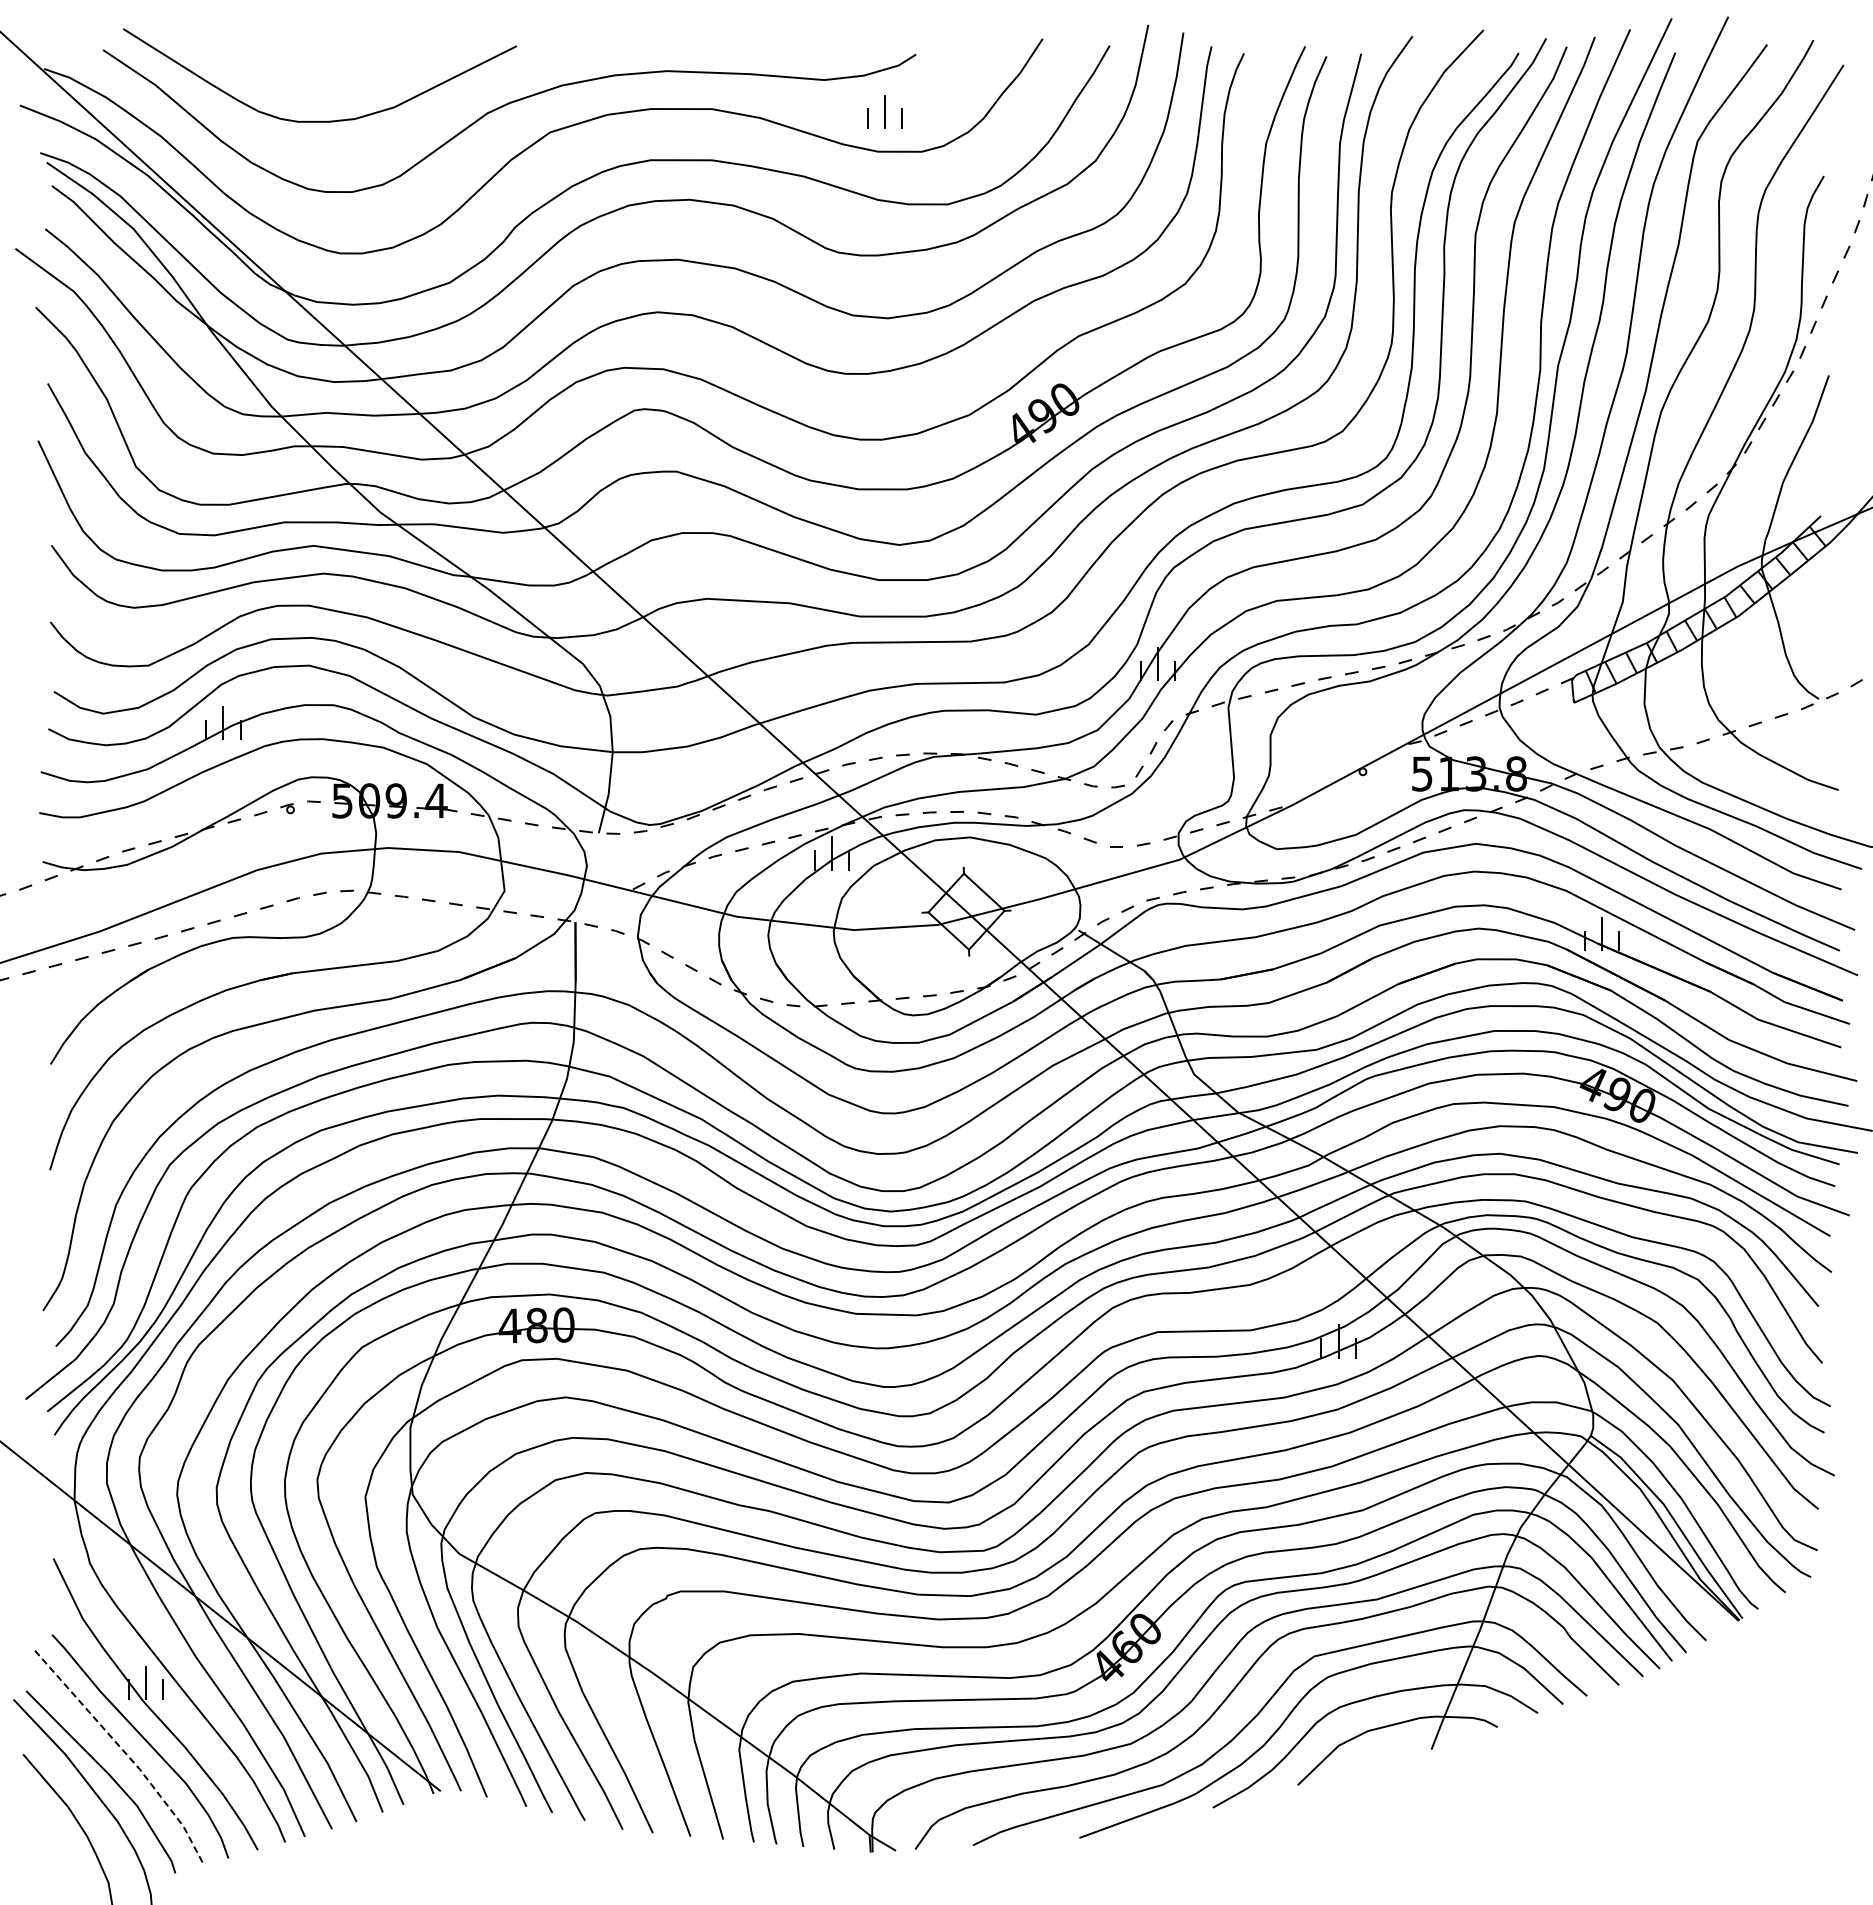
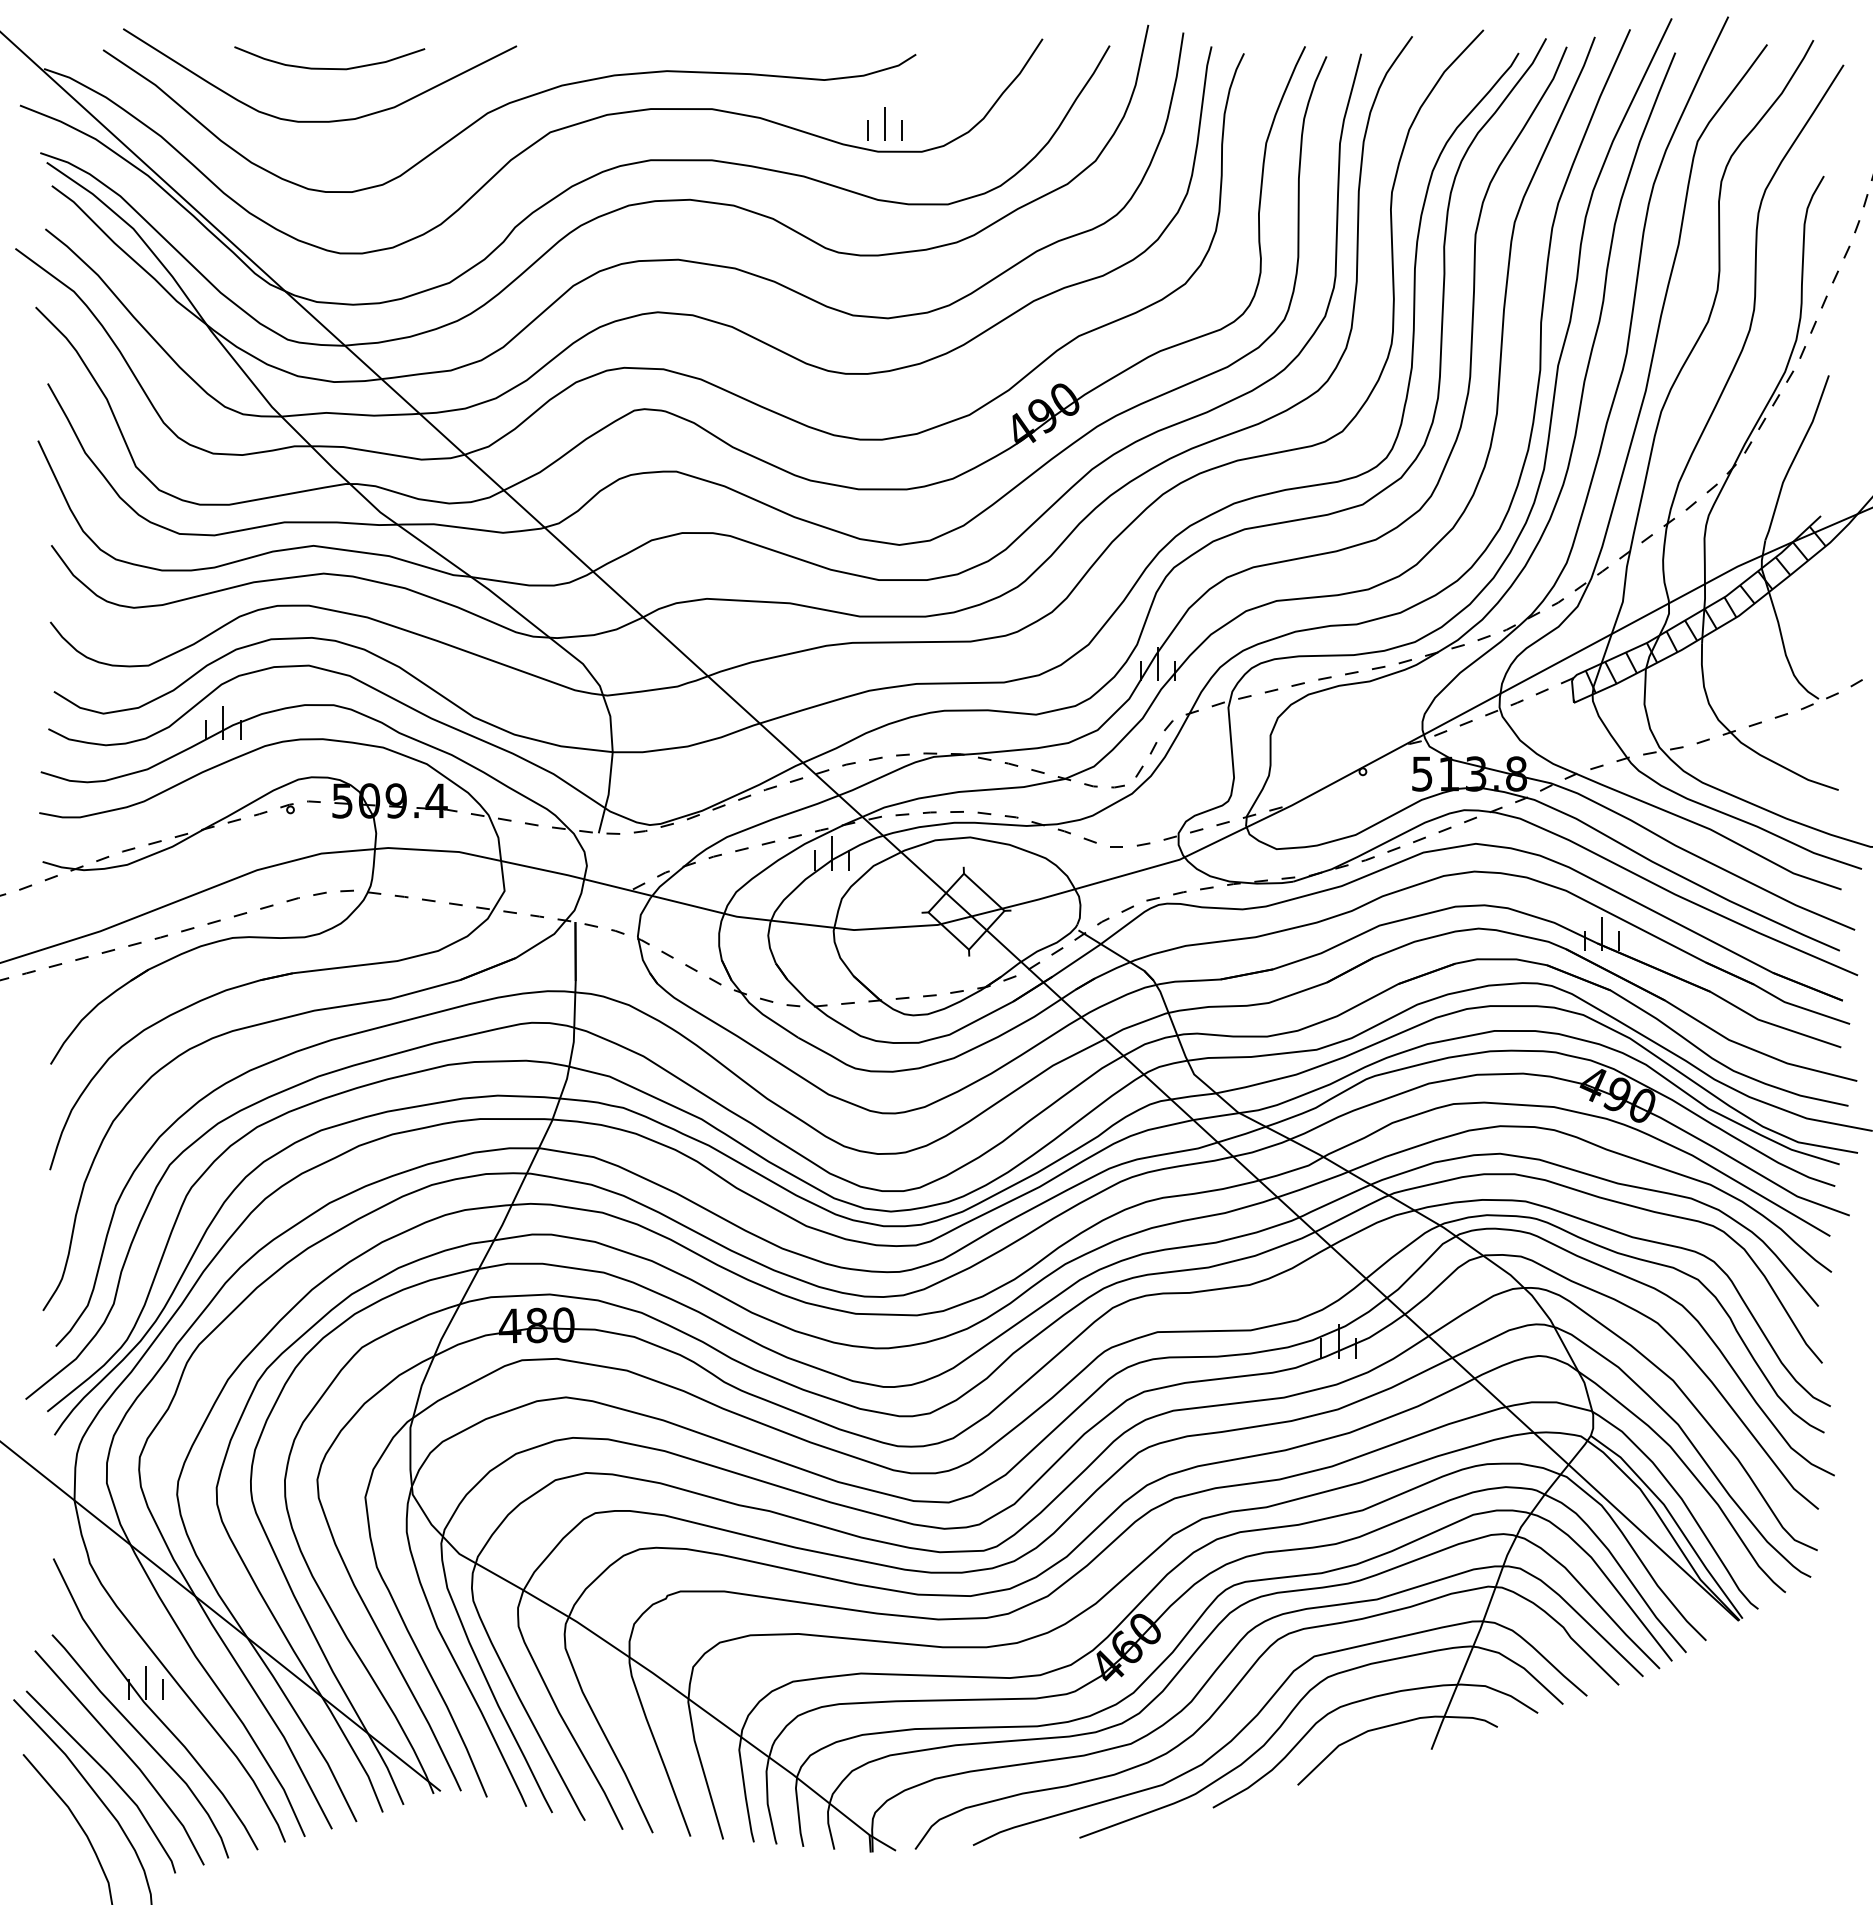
curve at (329, 68): none -> present
part at (884, 111) position: (884, 111) -> (884, 123)
line at (126, 1754): dashed -> solid
